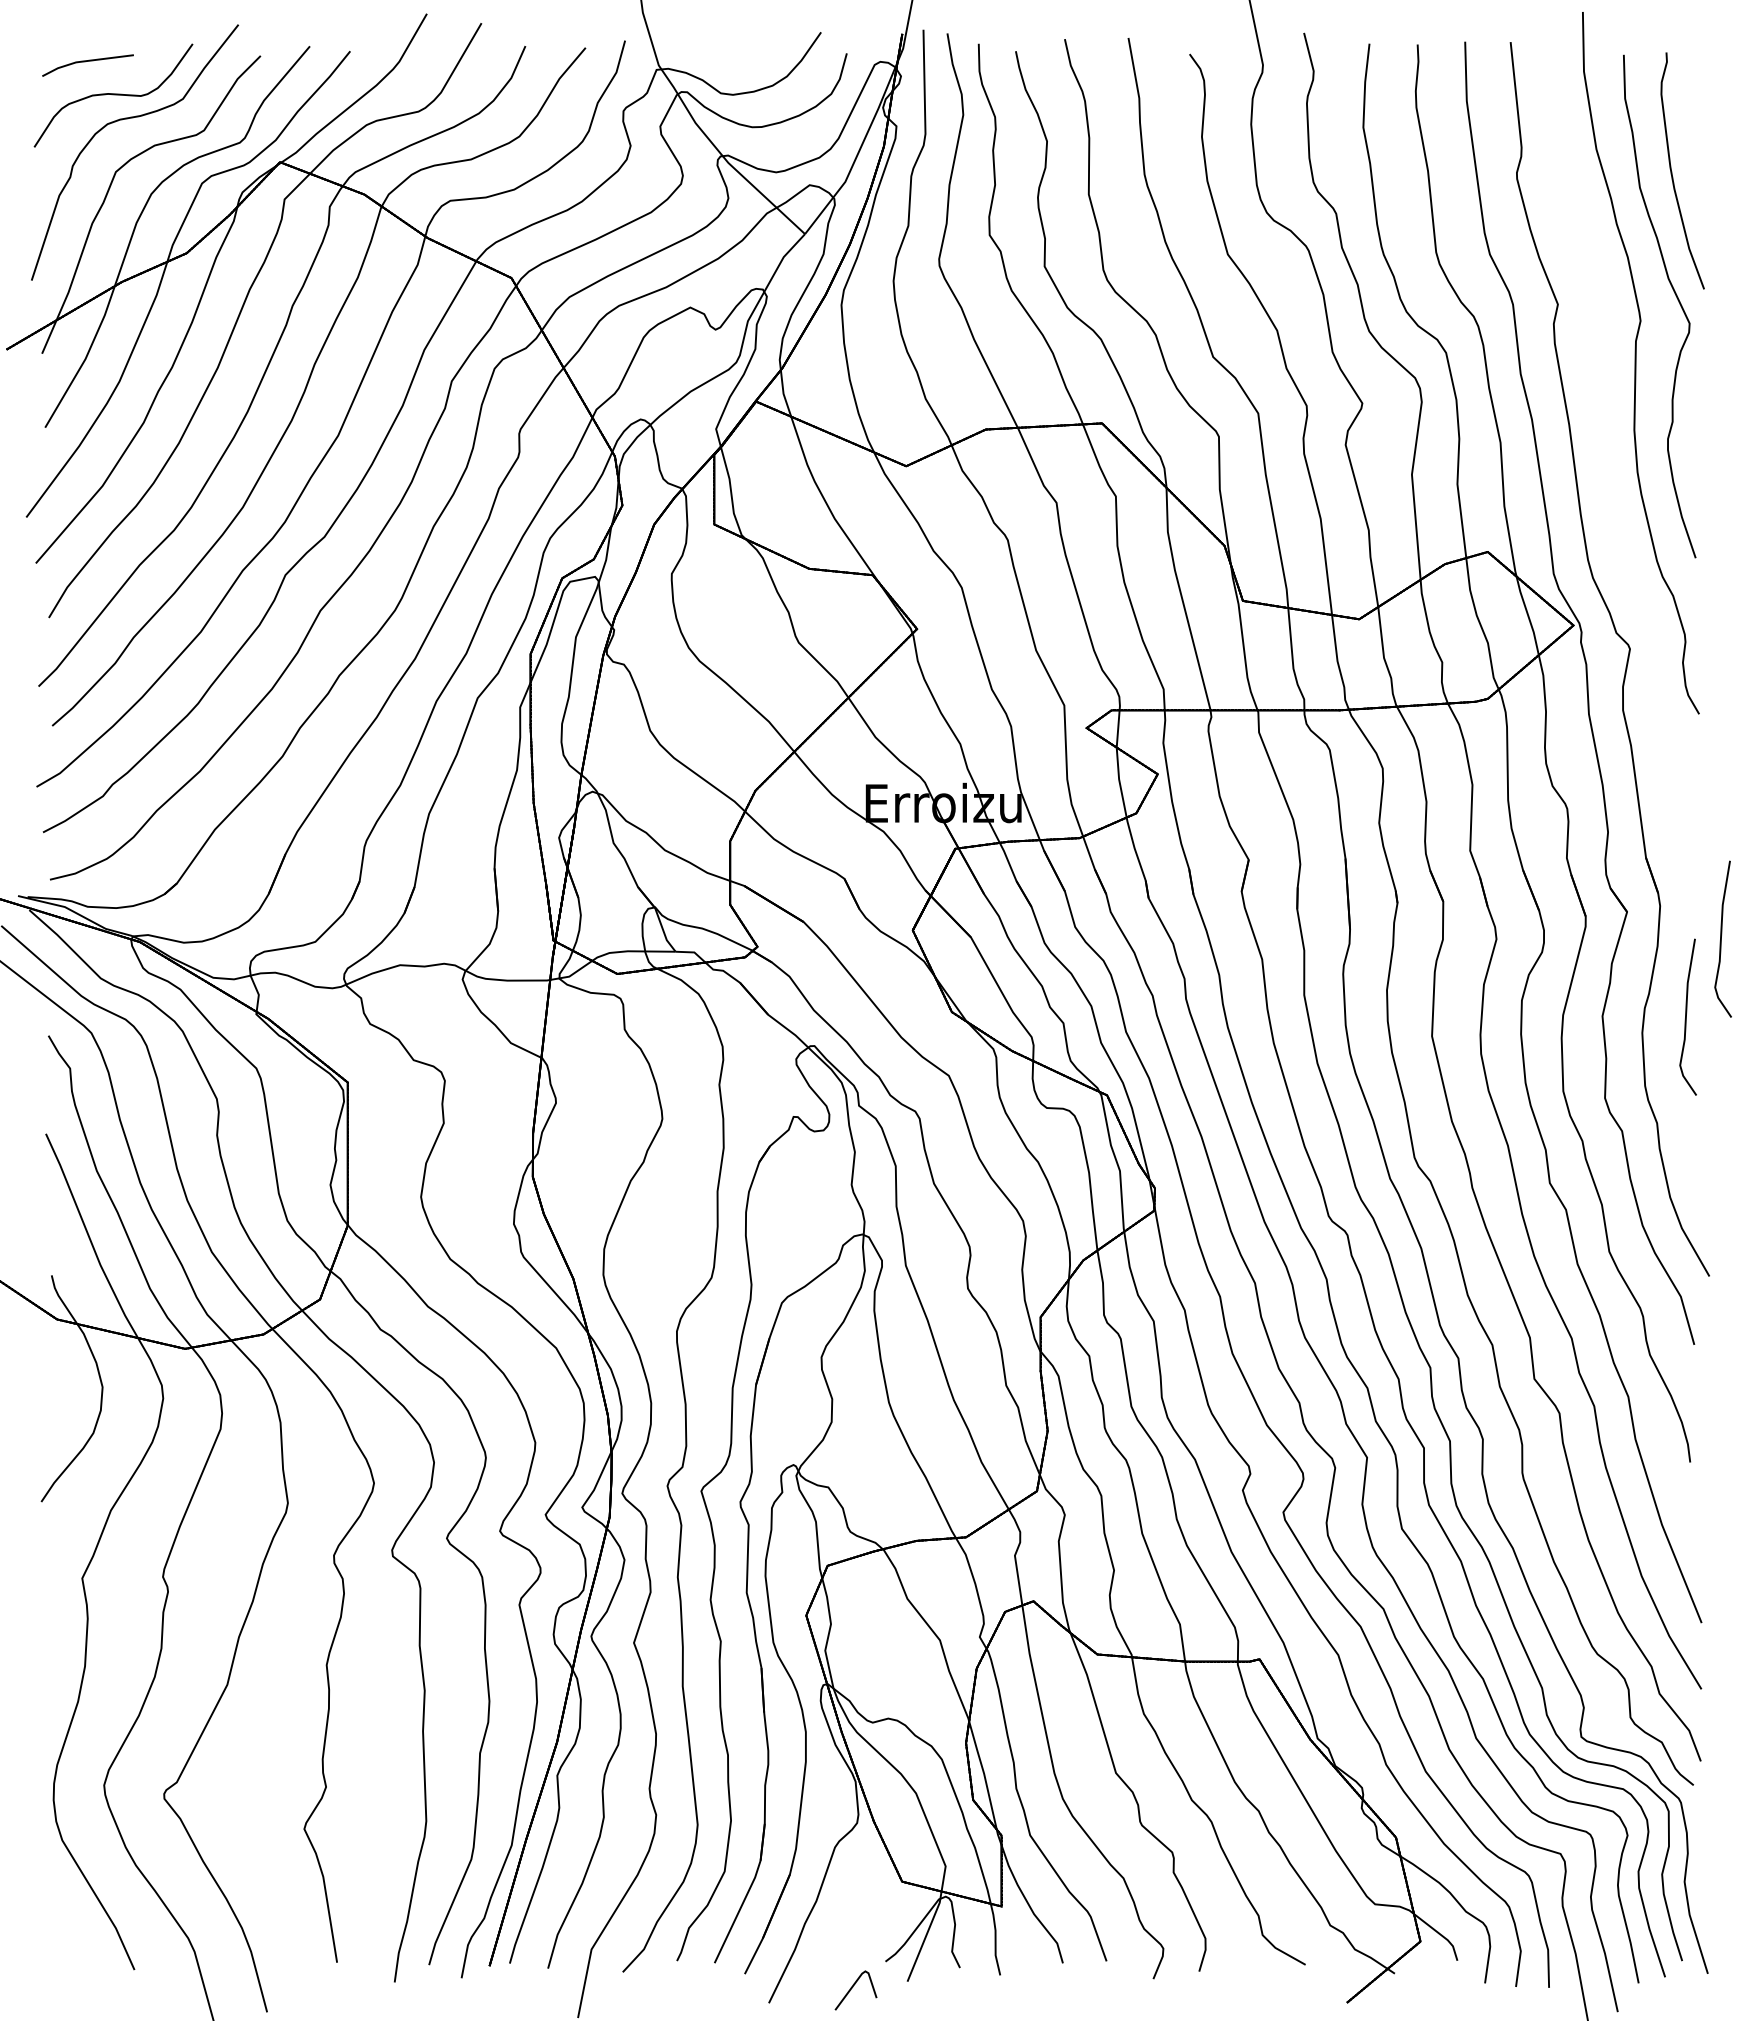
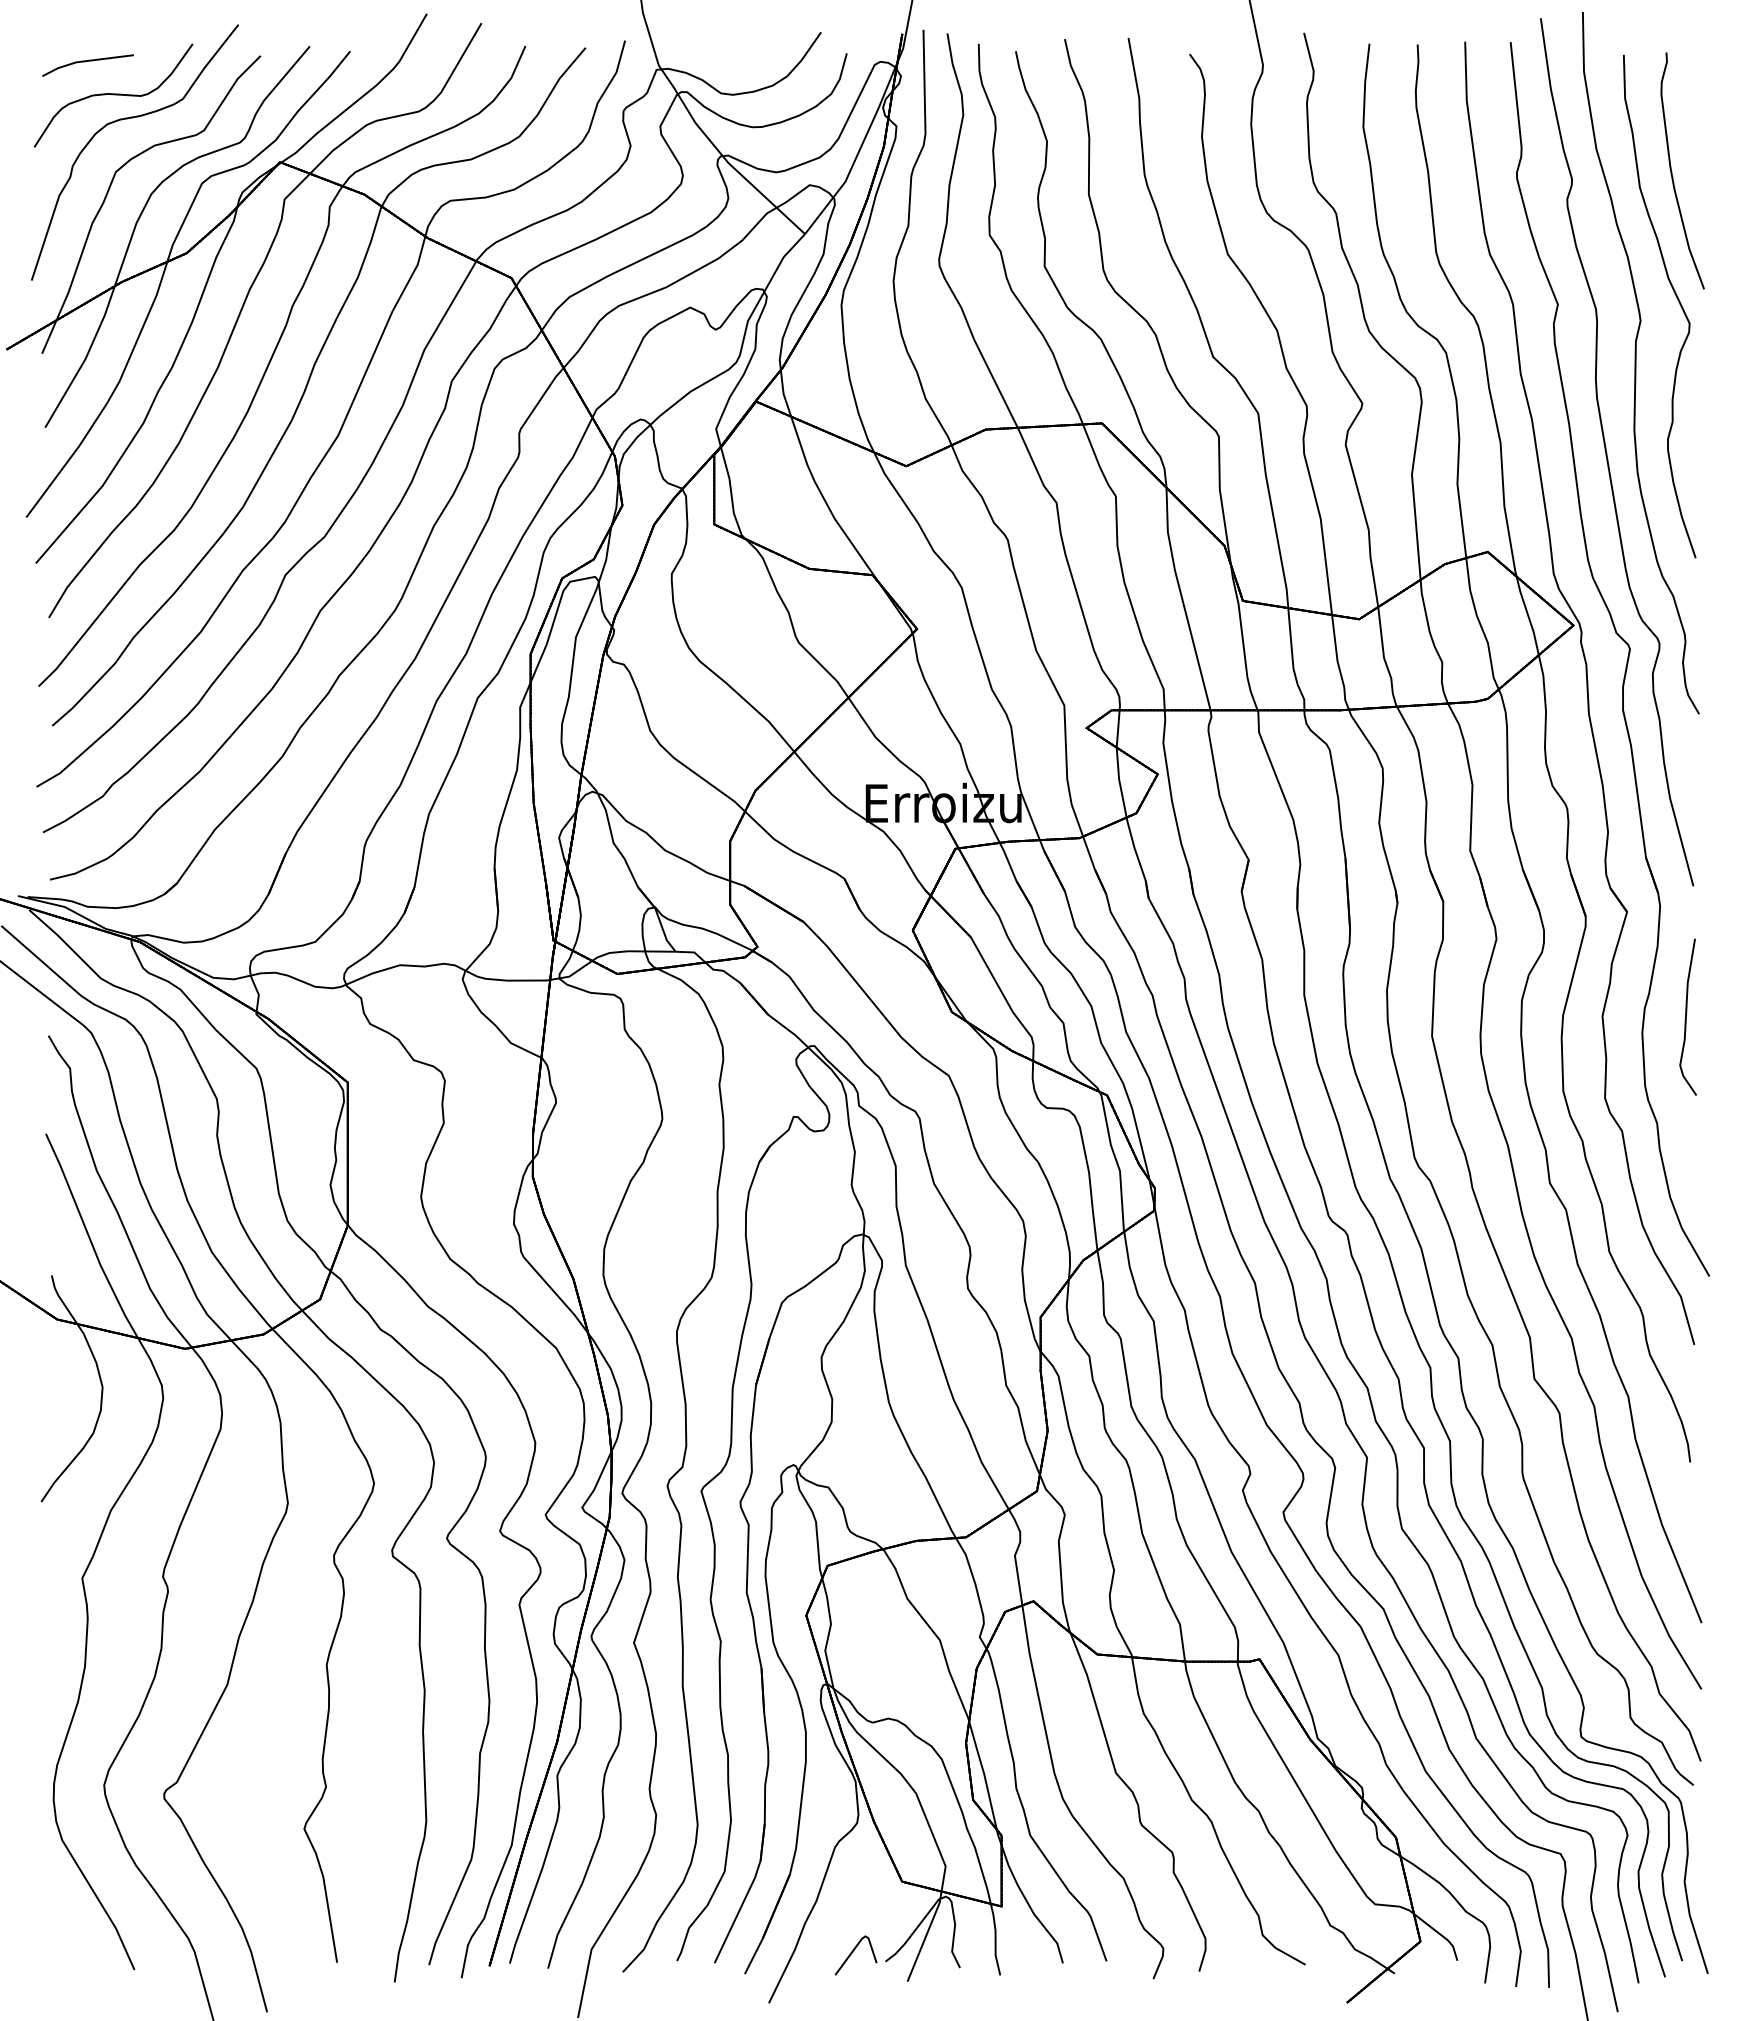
curve at (1607, 452): none -> present
curve at (1721, 938): present -> none
line at (853, 1987) position: (853, 1987) -> (853, 1952)
